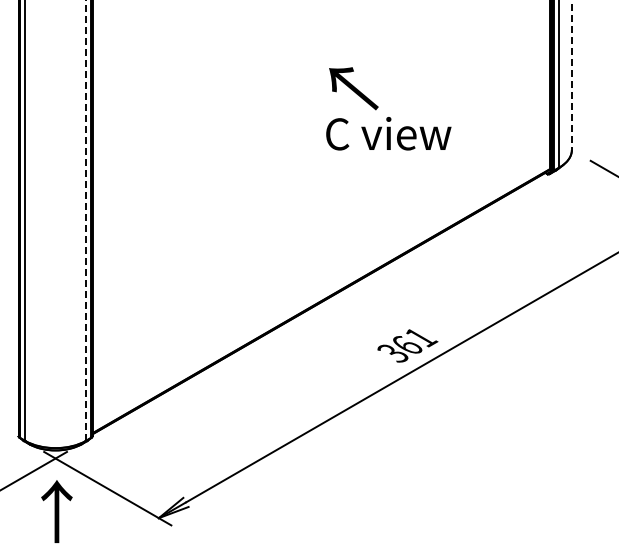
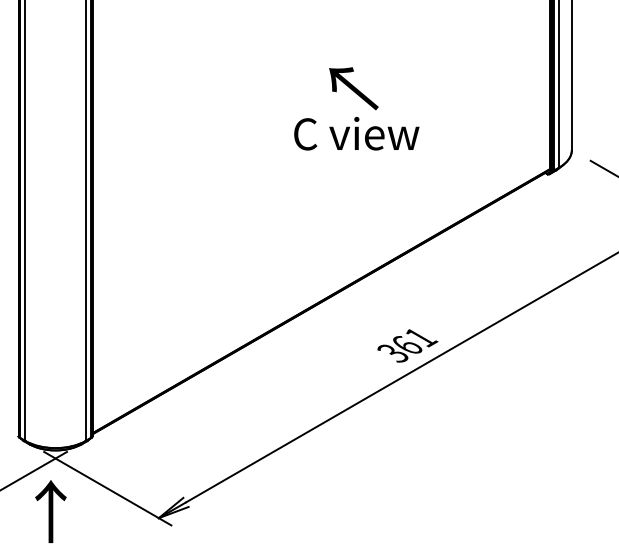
line at (571, 75): dashed -> solid
text at (388, 133) position: (388, 133) -> (356, 133)
line at (85, 220): dashed -> solid
text at (56, 511) position: (56, 511) -> (50, 511)
